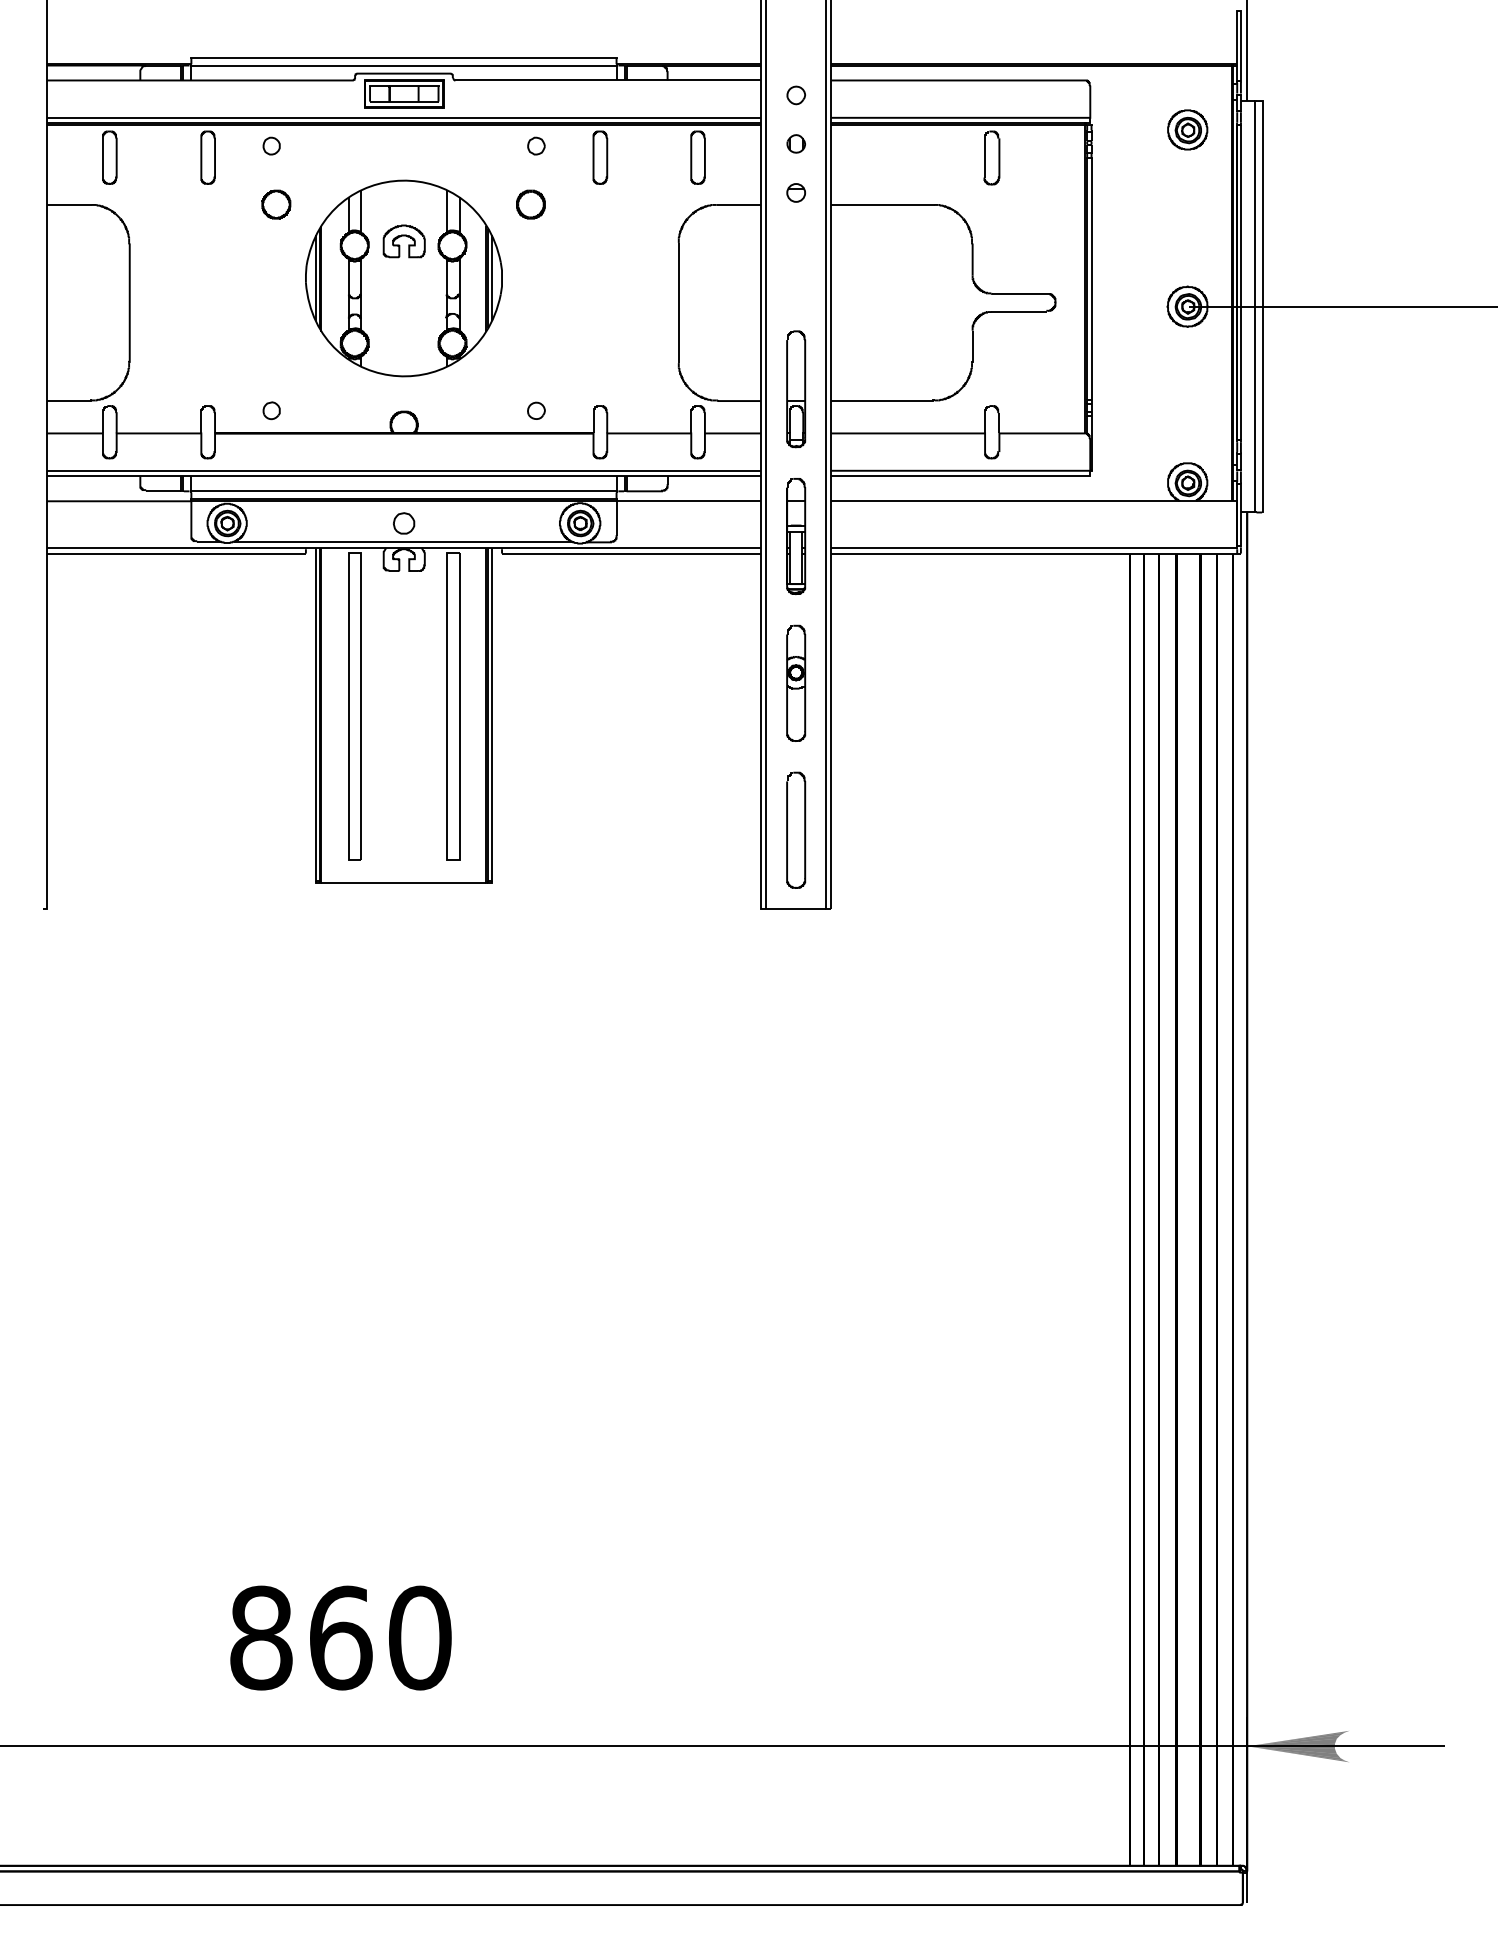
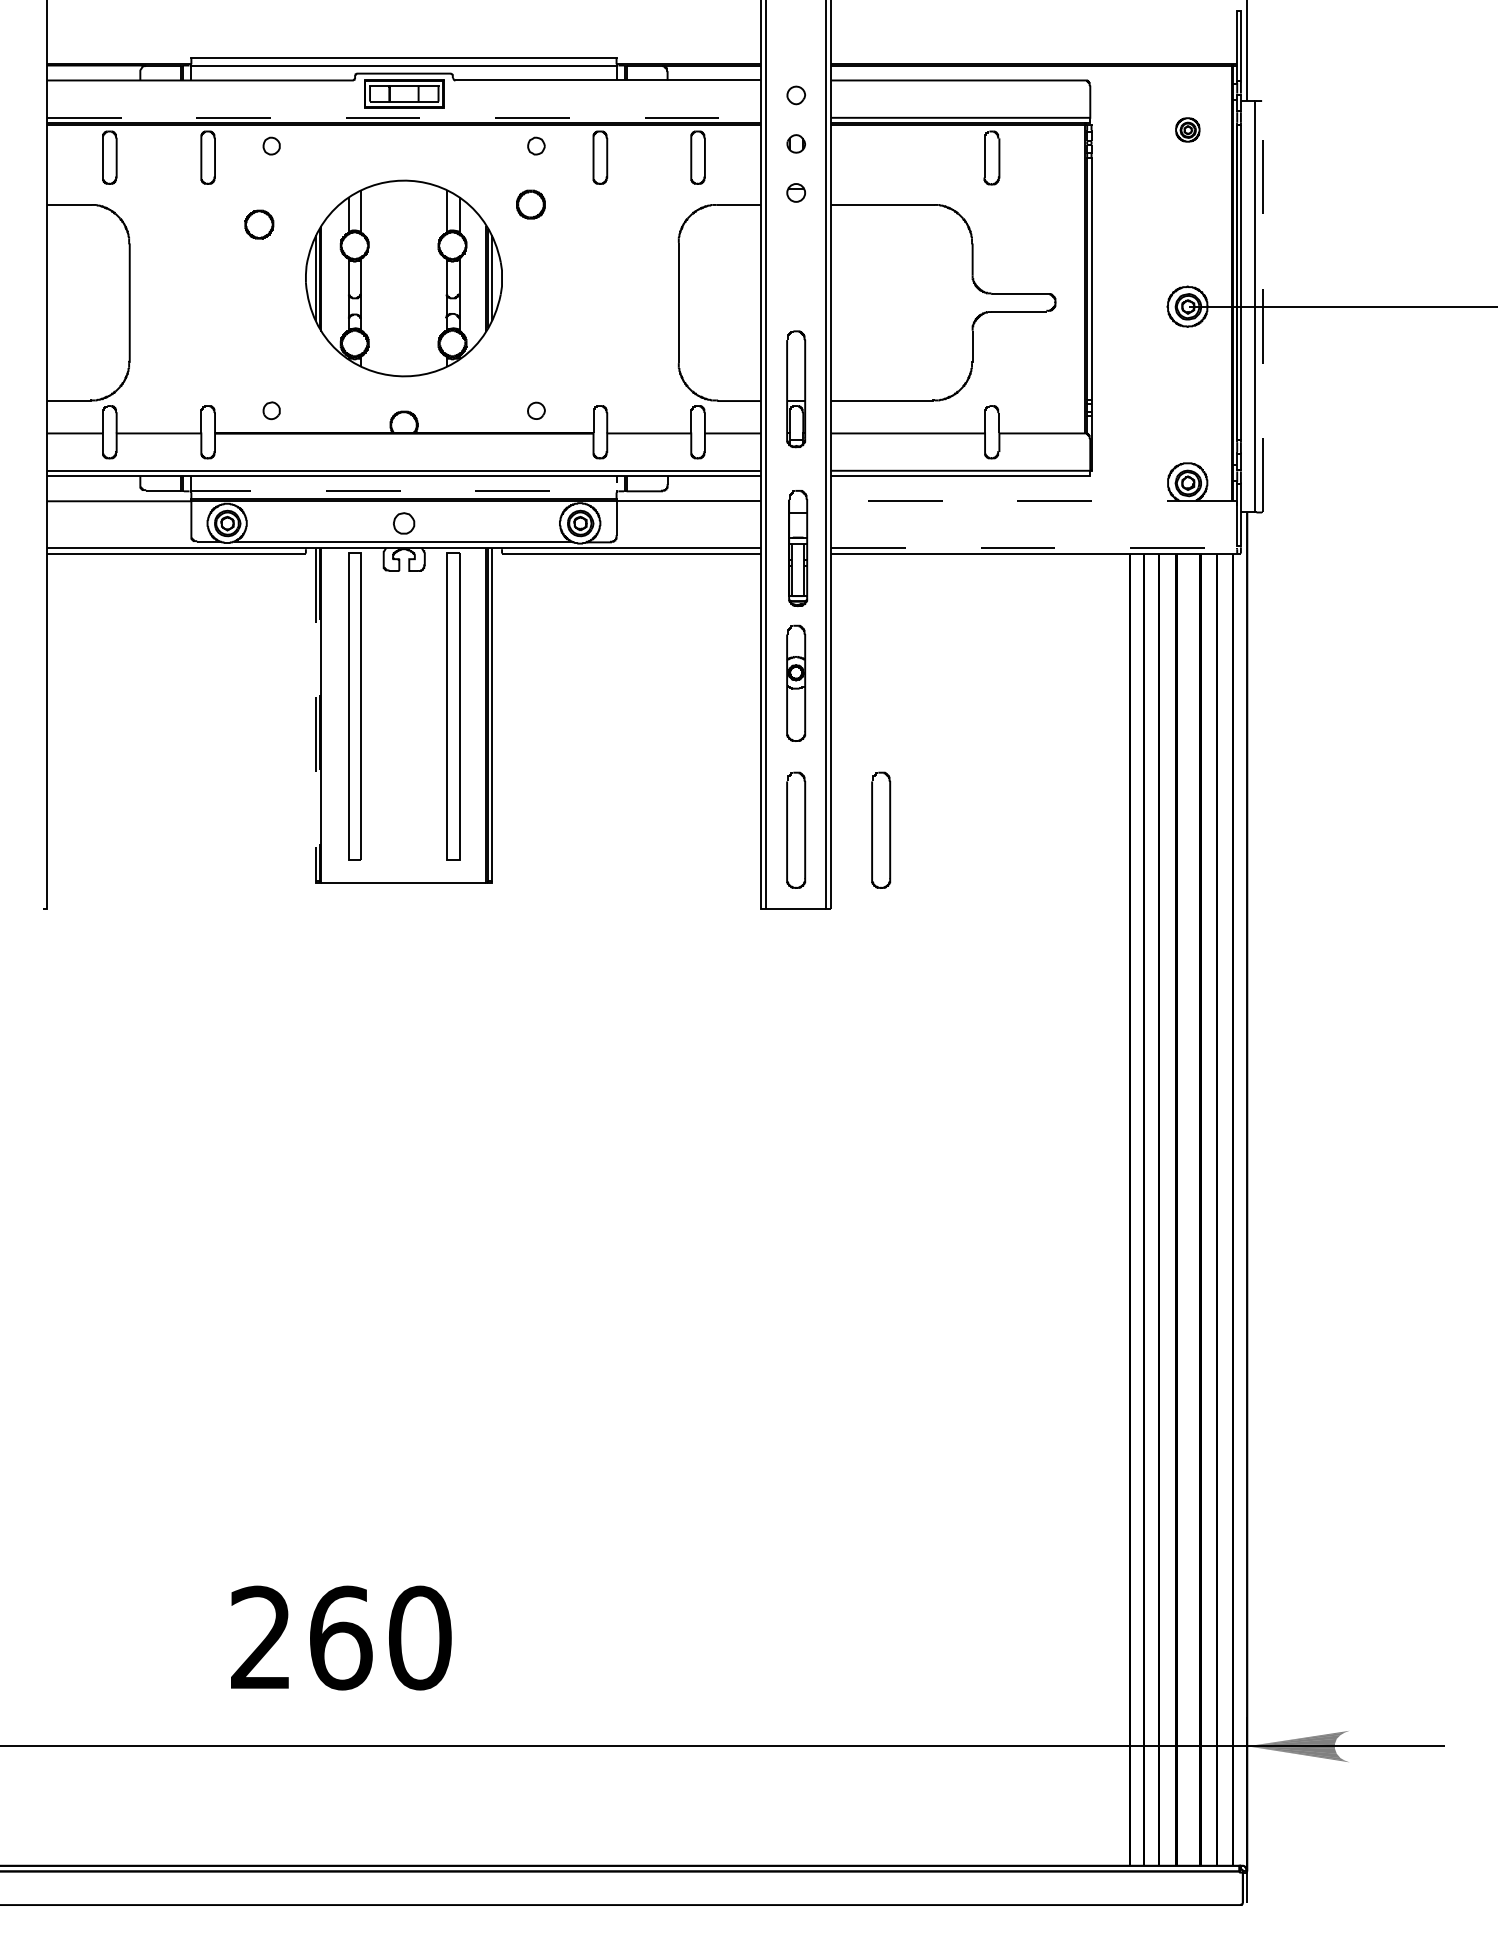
line at (404, 117): solid -> dashed
part at (1187, 129) size: 42x42 px -> 26x26 px
part at (276, 204) position: (276, 204) -> (259, 224)
part at (403, 241): present -> none
line at (1262, 306): solid -> dashed
line at (403, 491): solid -> dashed
line at (1237, 524): solid -> dashed
part at (796, 536) position: (796, 536) -> (798, 548)
part at (881, 829): none -> present
line at (317, 881): solid -> dashed
text at (261, 1637): 860 -> 260
